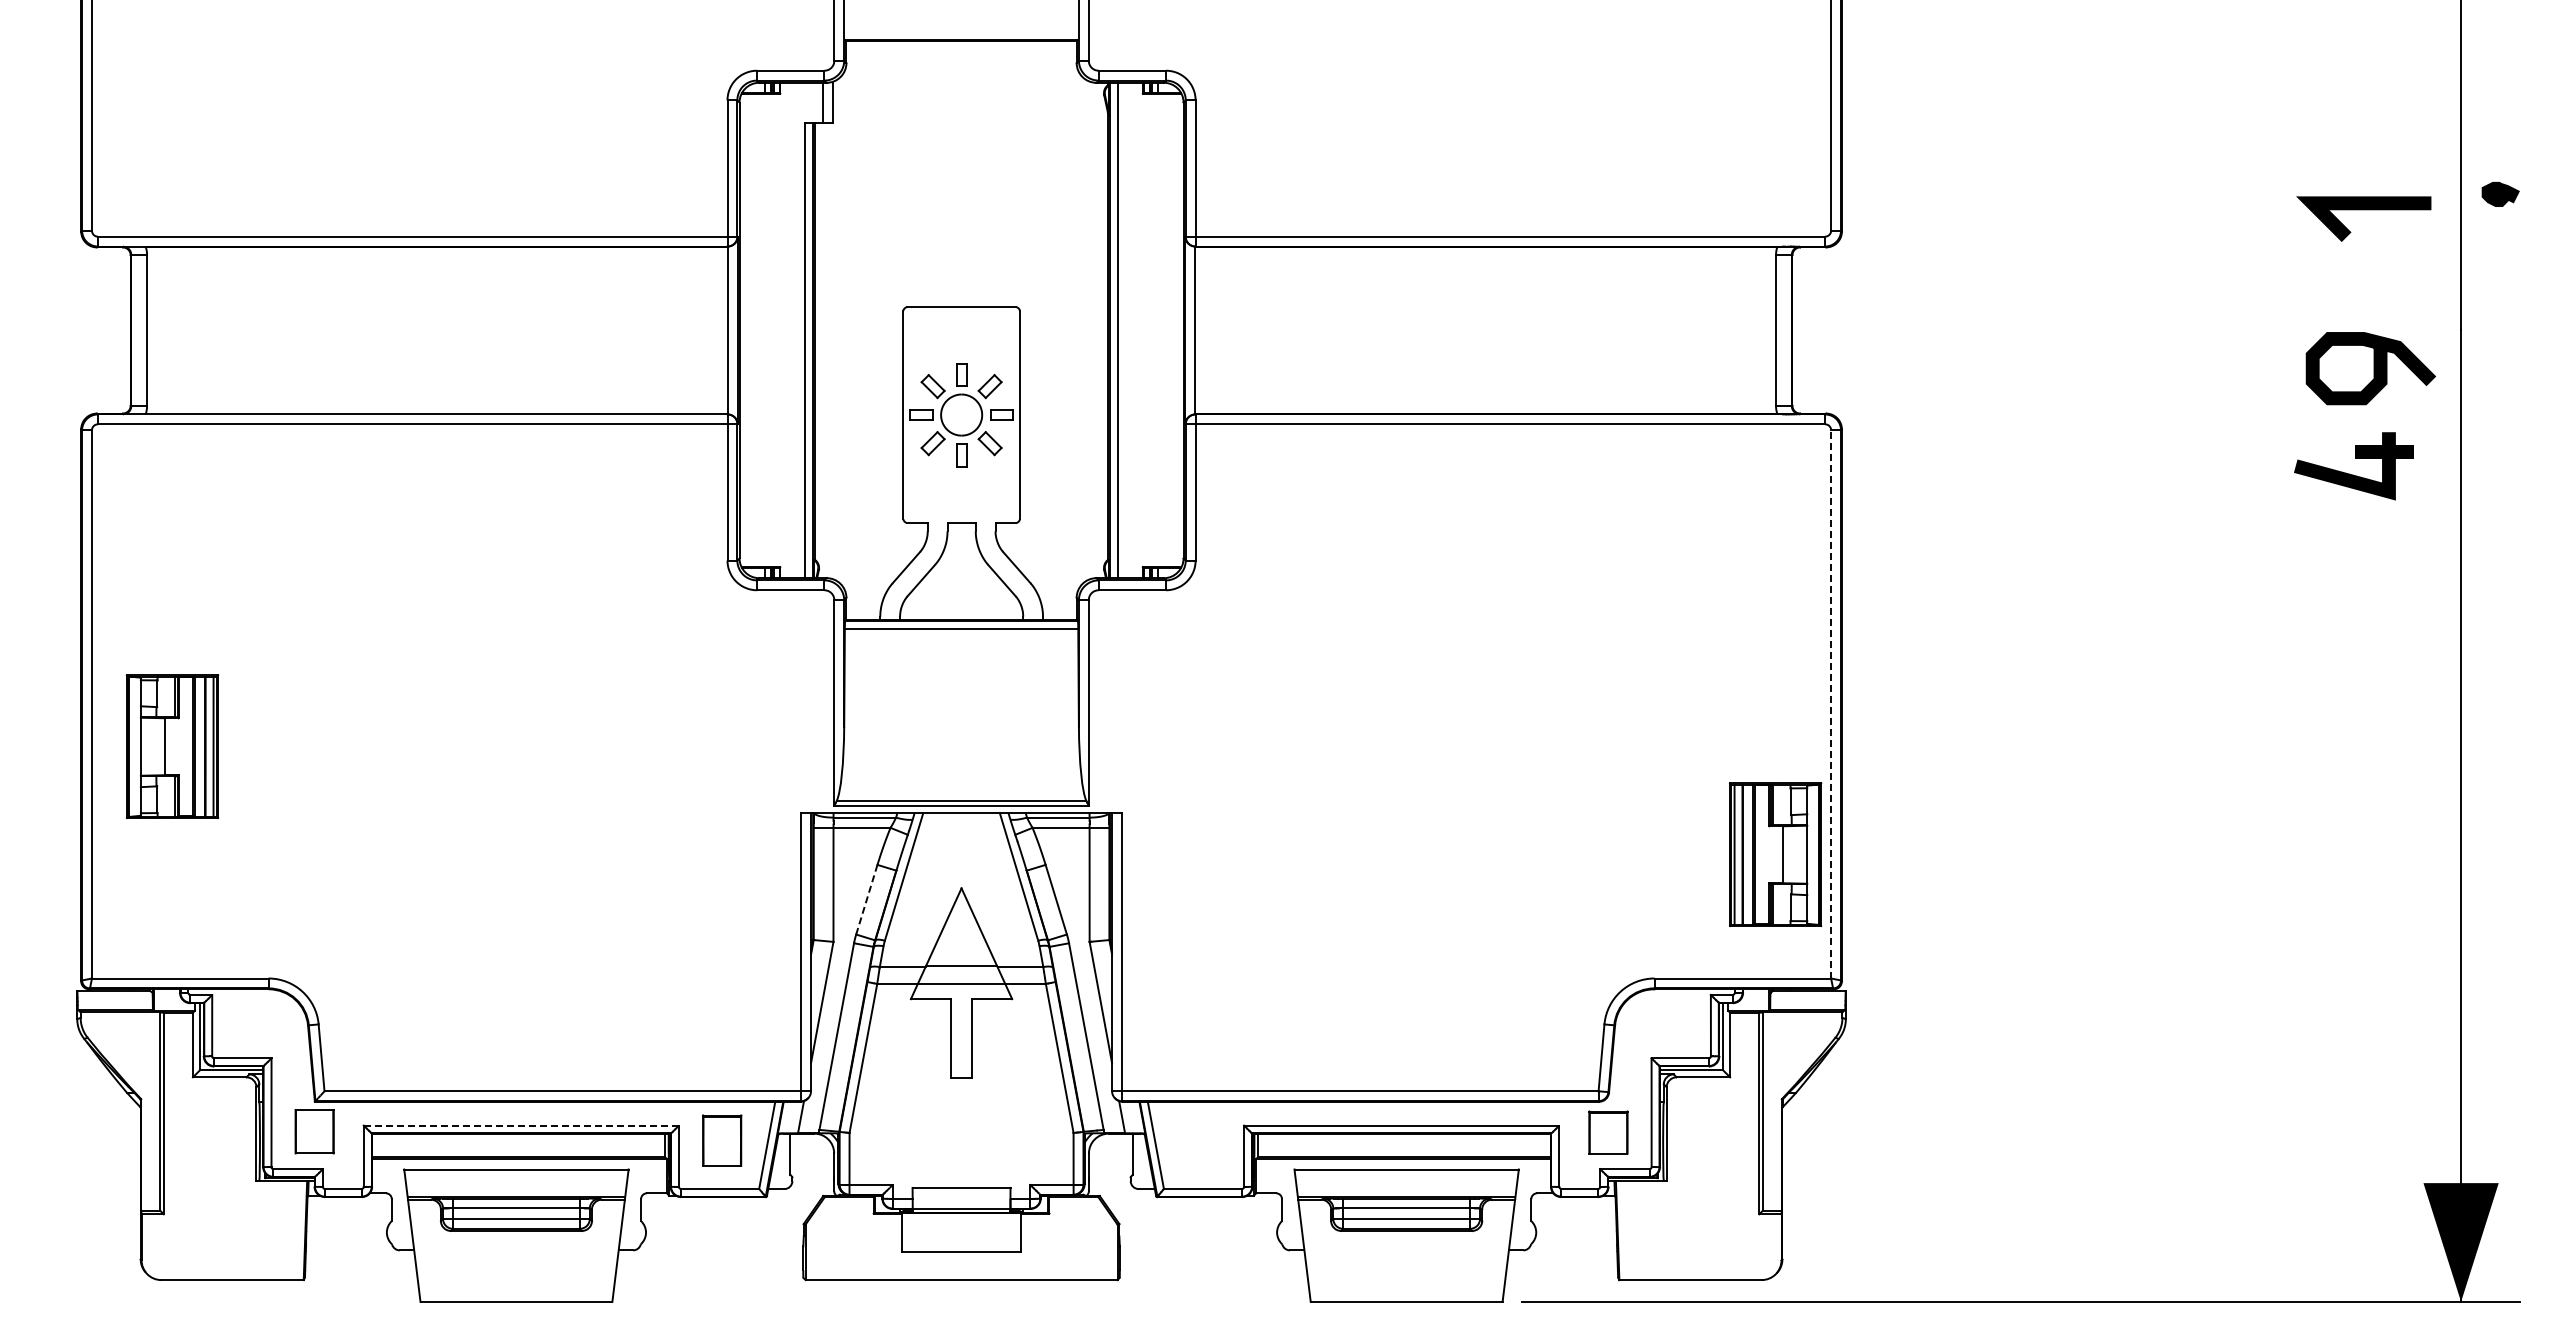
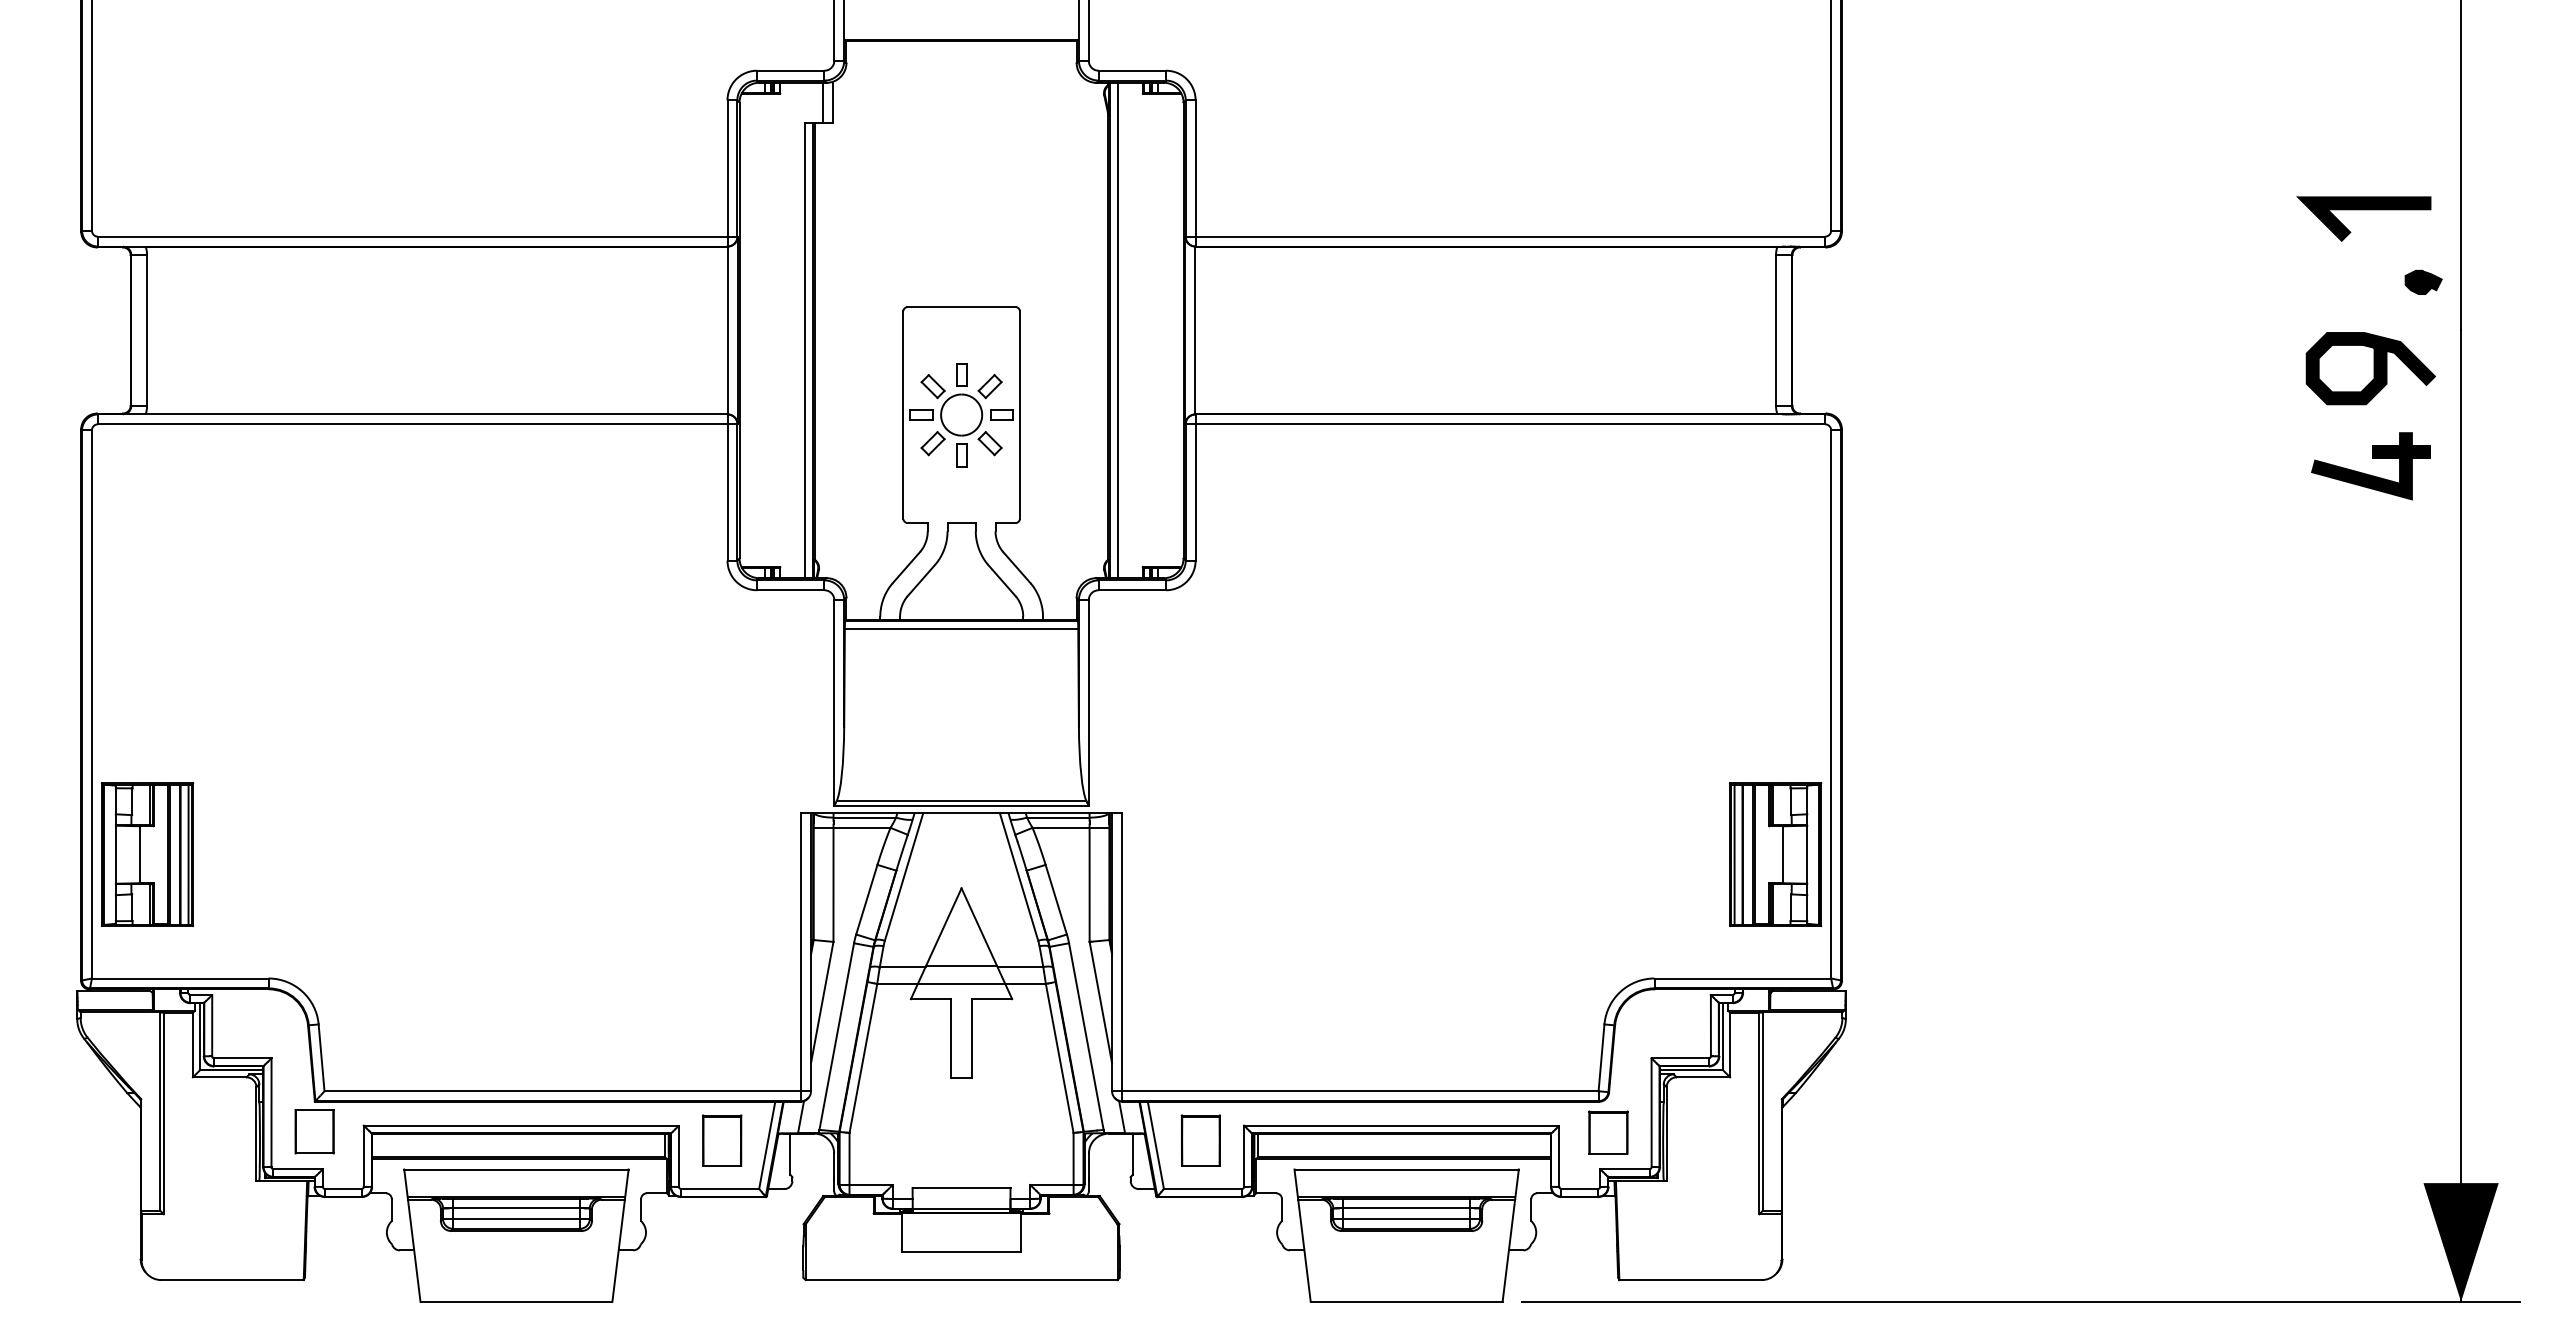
part at (2500, 193) position: (2500, 193) -> (2423, 281)
part at (2353, 474) position: (2353, 474) -> (2370, 474)
line at (1831, 703): dashed -> solid
part at (172, 746) position: (172, 746) -> (147, 854)
line at (866, 900): dashed -> solid
line at (521, 1125): dashed -> solid
part at (1200, 1140): none -> present
